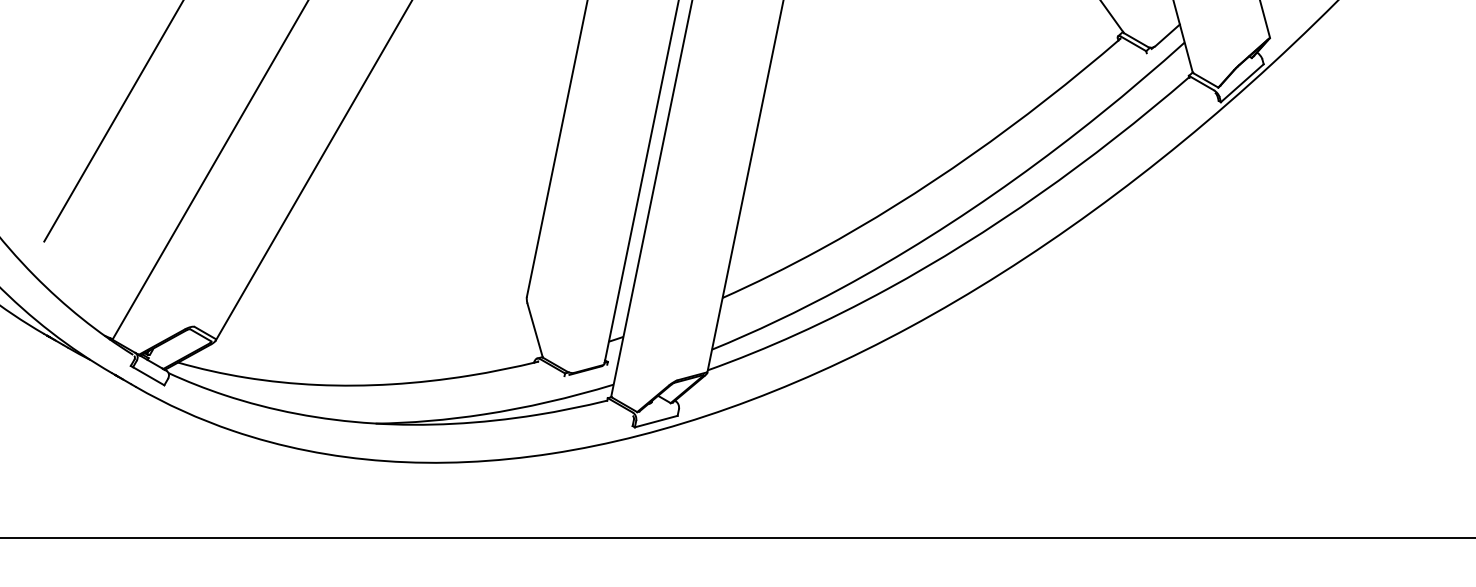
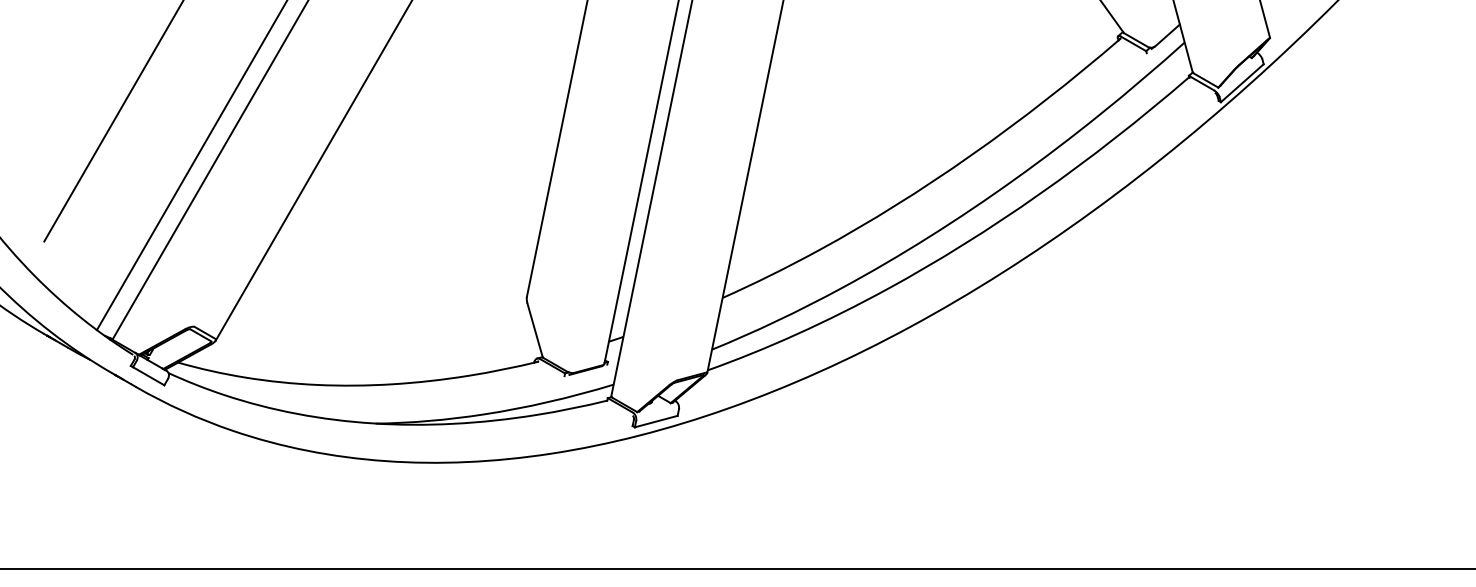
line at (190, 166): none -> present
line at (737, 538) position: (737, 538) -> (737, 569)
